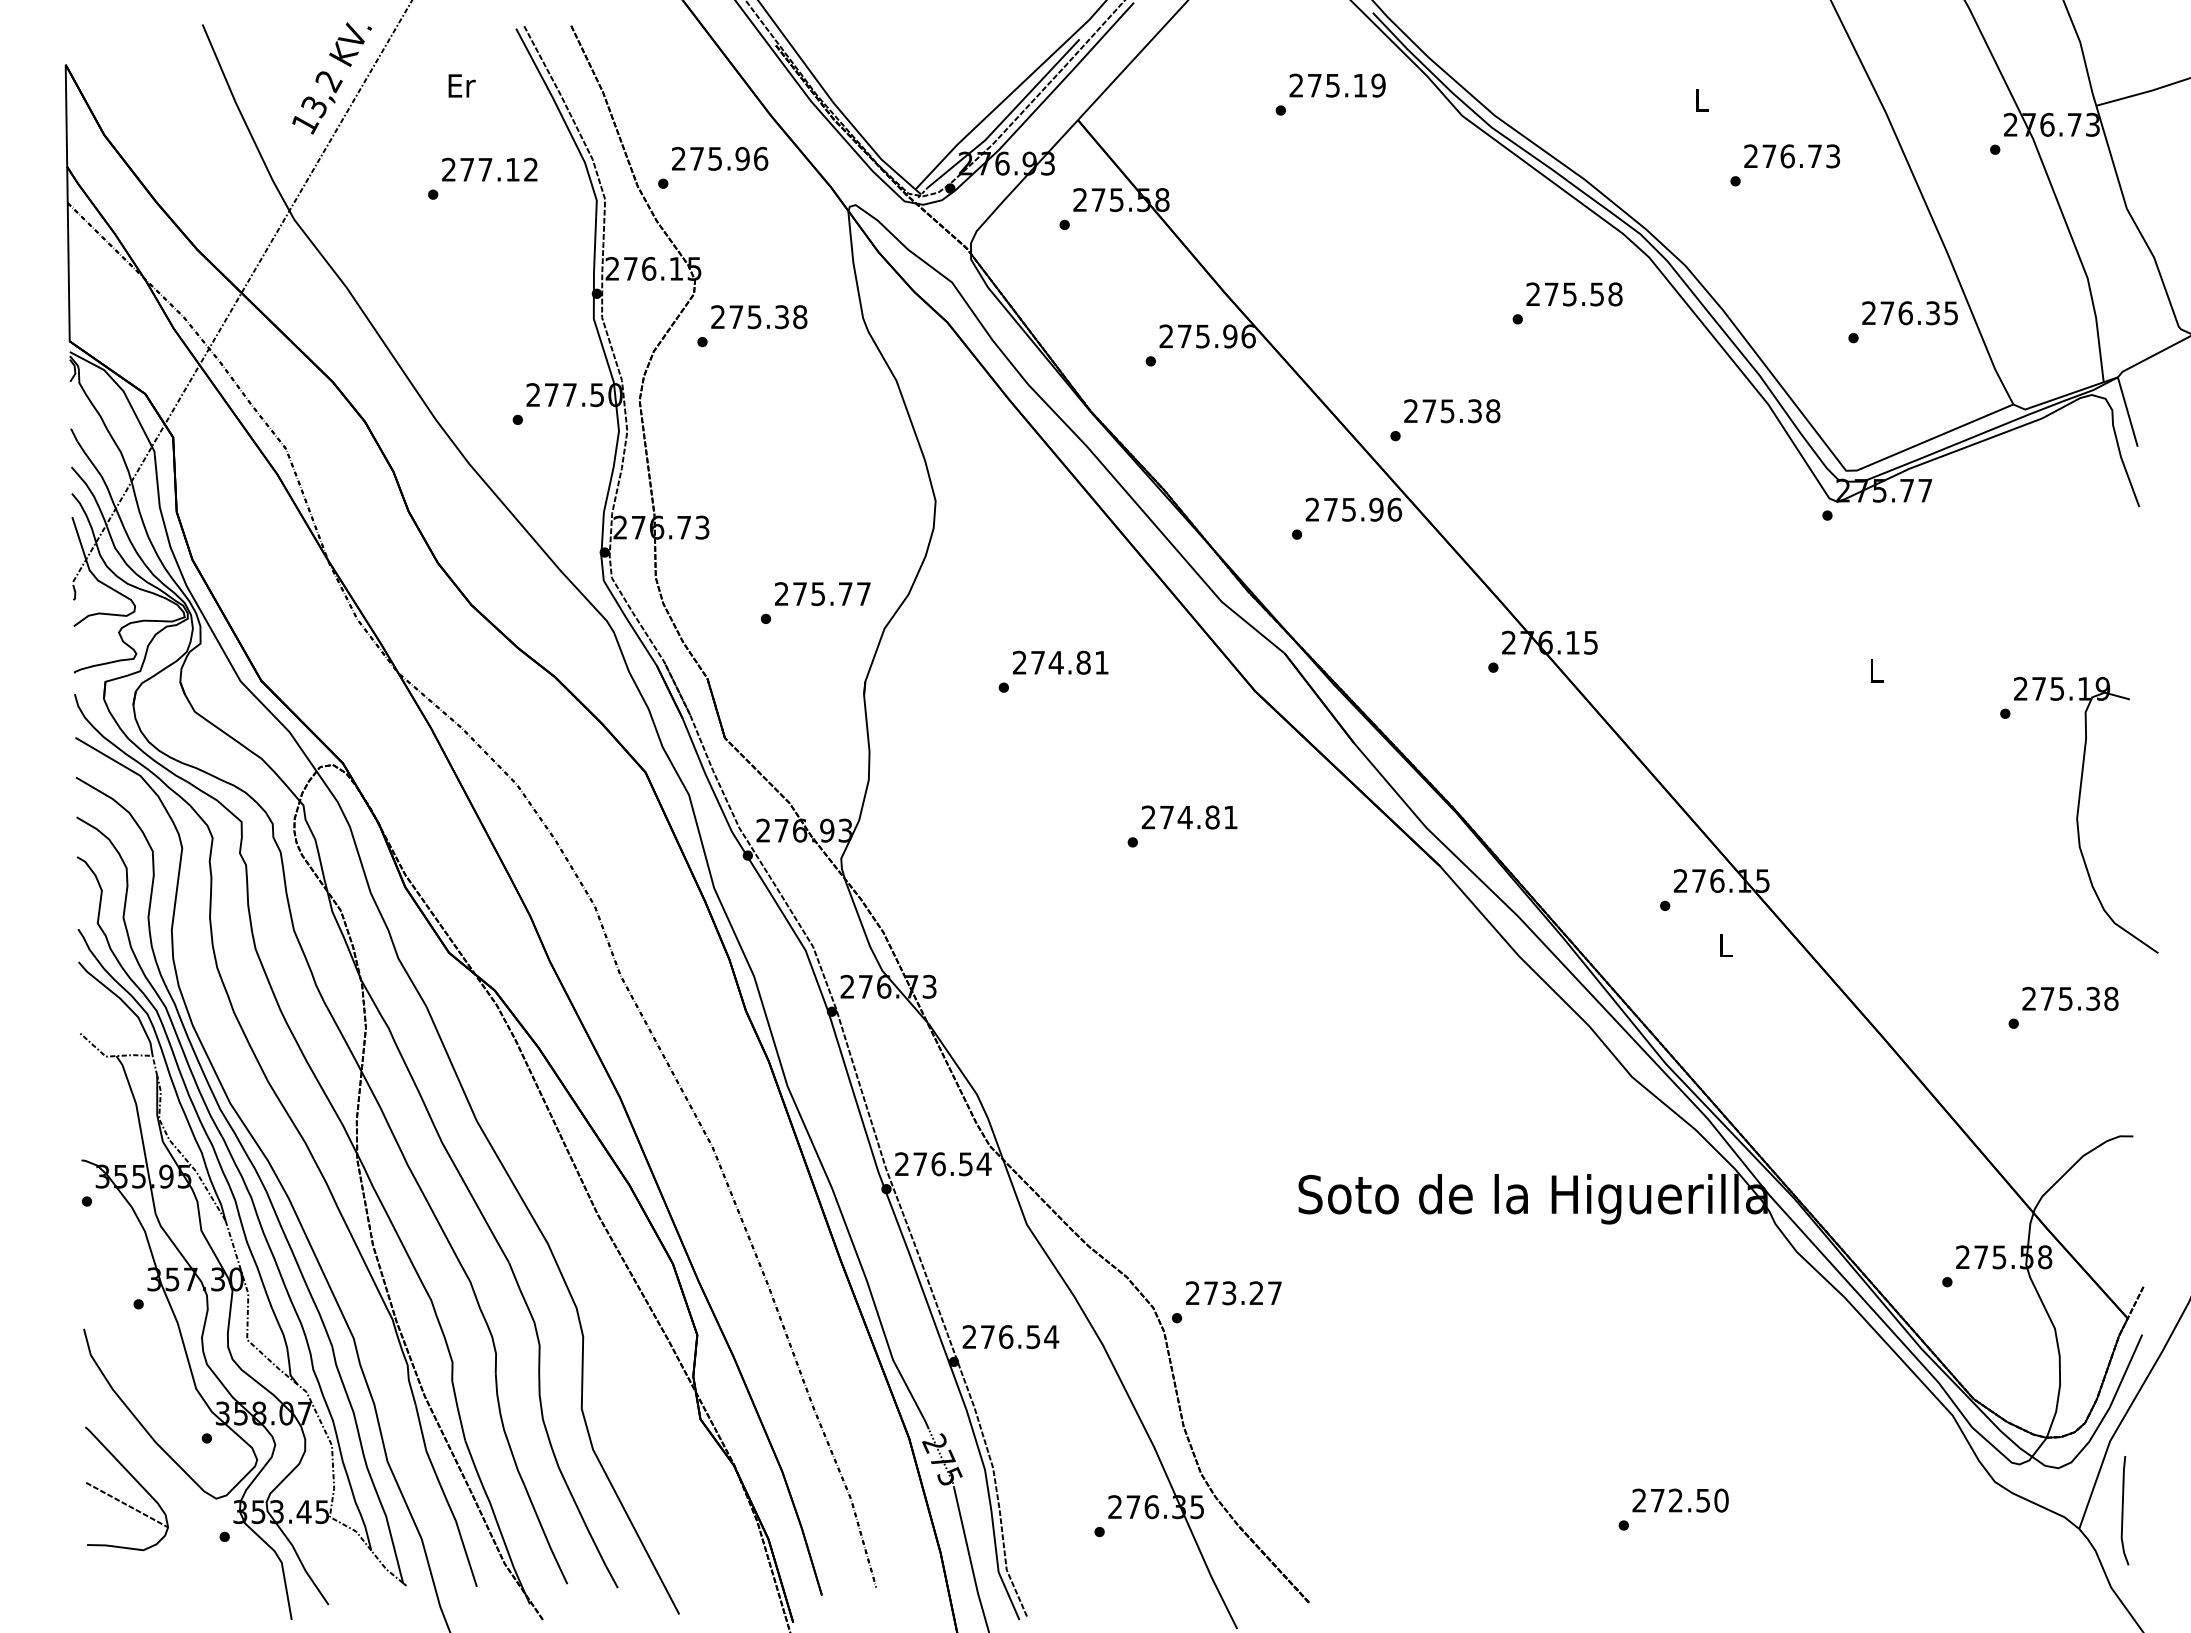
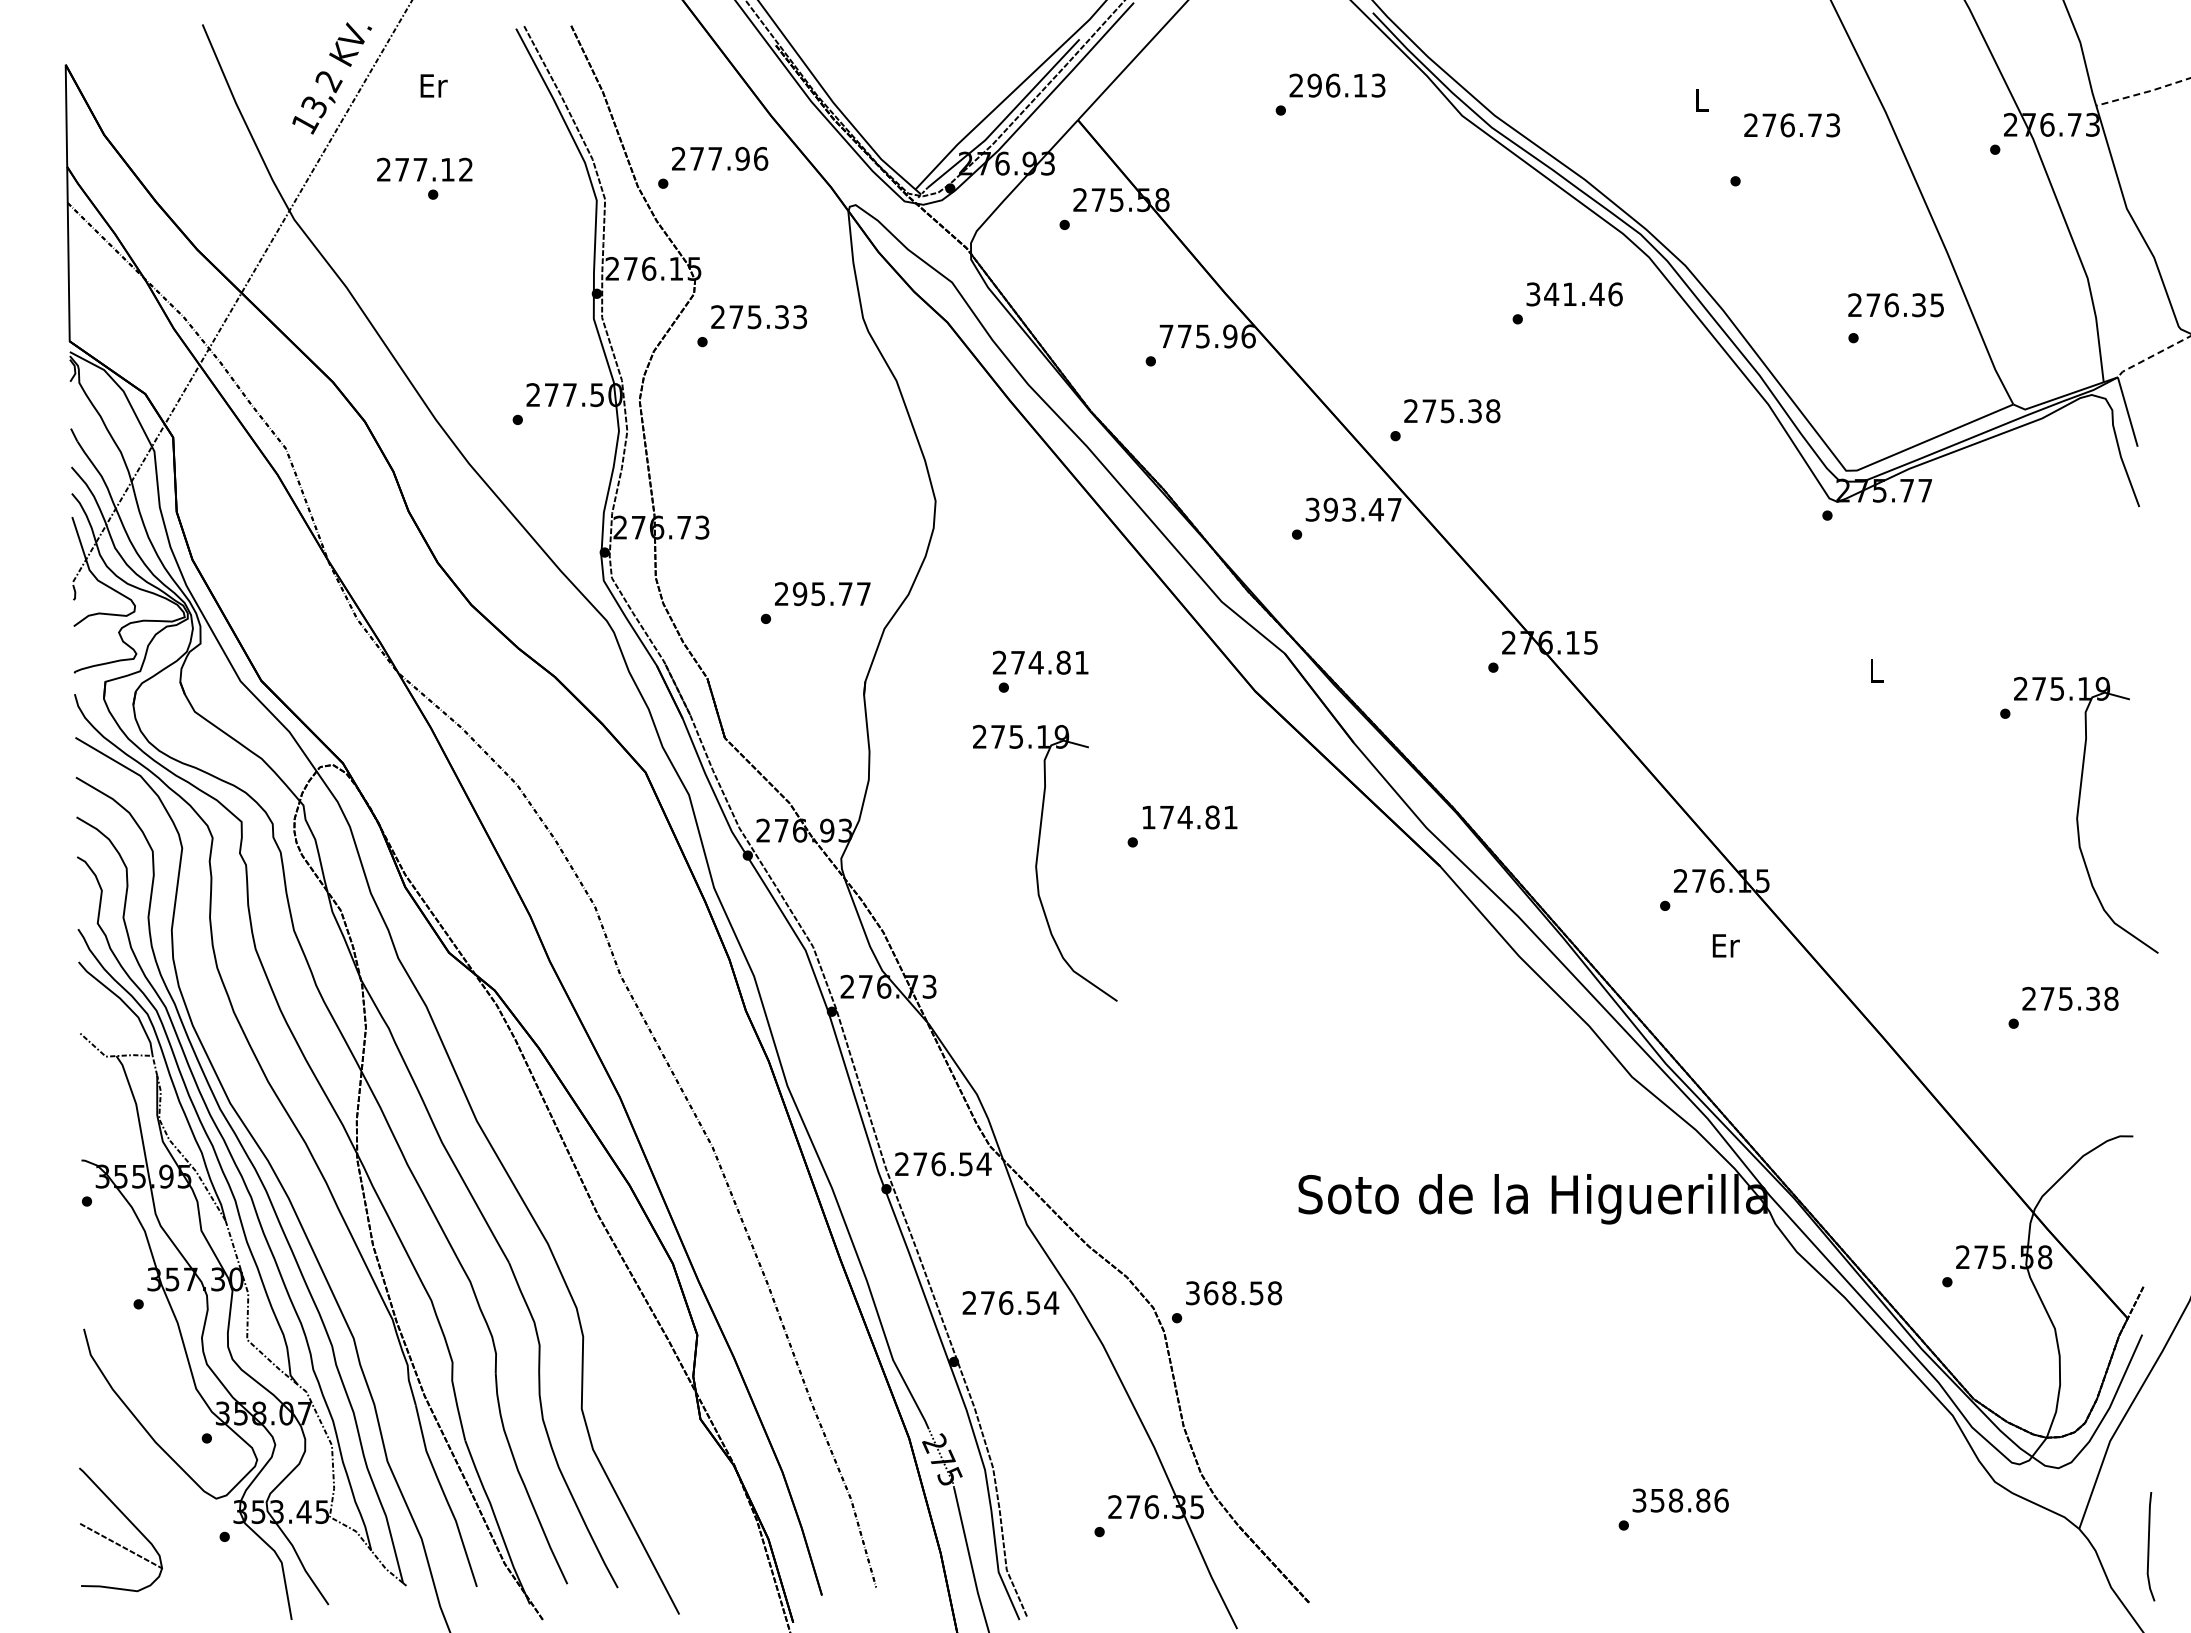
text at (461, 85) position: (461, 85) -> (433, 85)
text at (1346, 85): 275.19 -> 296.13
line at (2144, 92): solid -> dashed
text at (1792, 156) position: (1792, 156) -> (1792, 125)
text at (714, 158): 275.96 -> 277.96
text at (489, 169) position: (489, 169) -> (424, 169)
text at (1574, 294): 275.58 -> 341.46
text at (1909, 313) position: (1909, 313) -> (1895, 305)
text at (800, 317): 275.38 -> 275.33
text at (1166, 336): 275.96 -> 775.96
line at (2152, 356): solid -> dashed
text at (1353, 509): 275.96 -> 393.47
text at (799, 594): 275.77 -> 295.77
text at (1060, 662) position: (1060, 662) -> (1040, 662)
text at (1148, 817): 274.81 -> 174.81
part at (1037, 863): none -> present
text at (1725, 945): L -> Er
text at (1234, 1293): 273.27 -> 368.58
text at (1010, 1336) position: (1010, 1336) -> (1010, 1302)
part at (135, 1481) position: (135, 1481) -> (129, 1522)
text at (1680, 1500): 272.50 -> 358.86
line at (2123, 1510) position: (2123, 1510) -> (2149, 1546)
